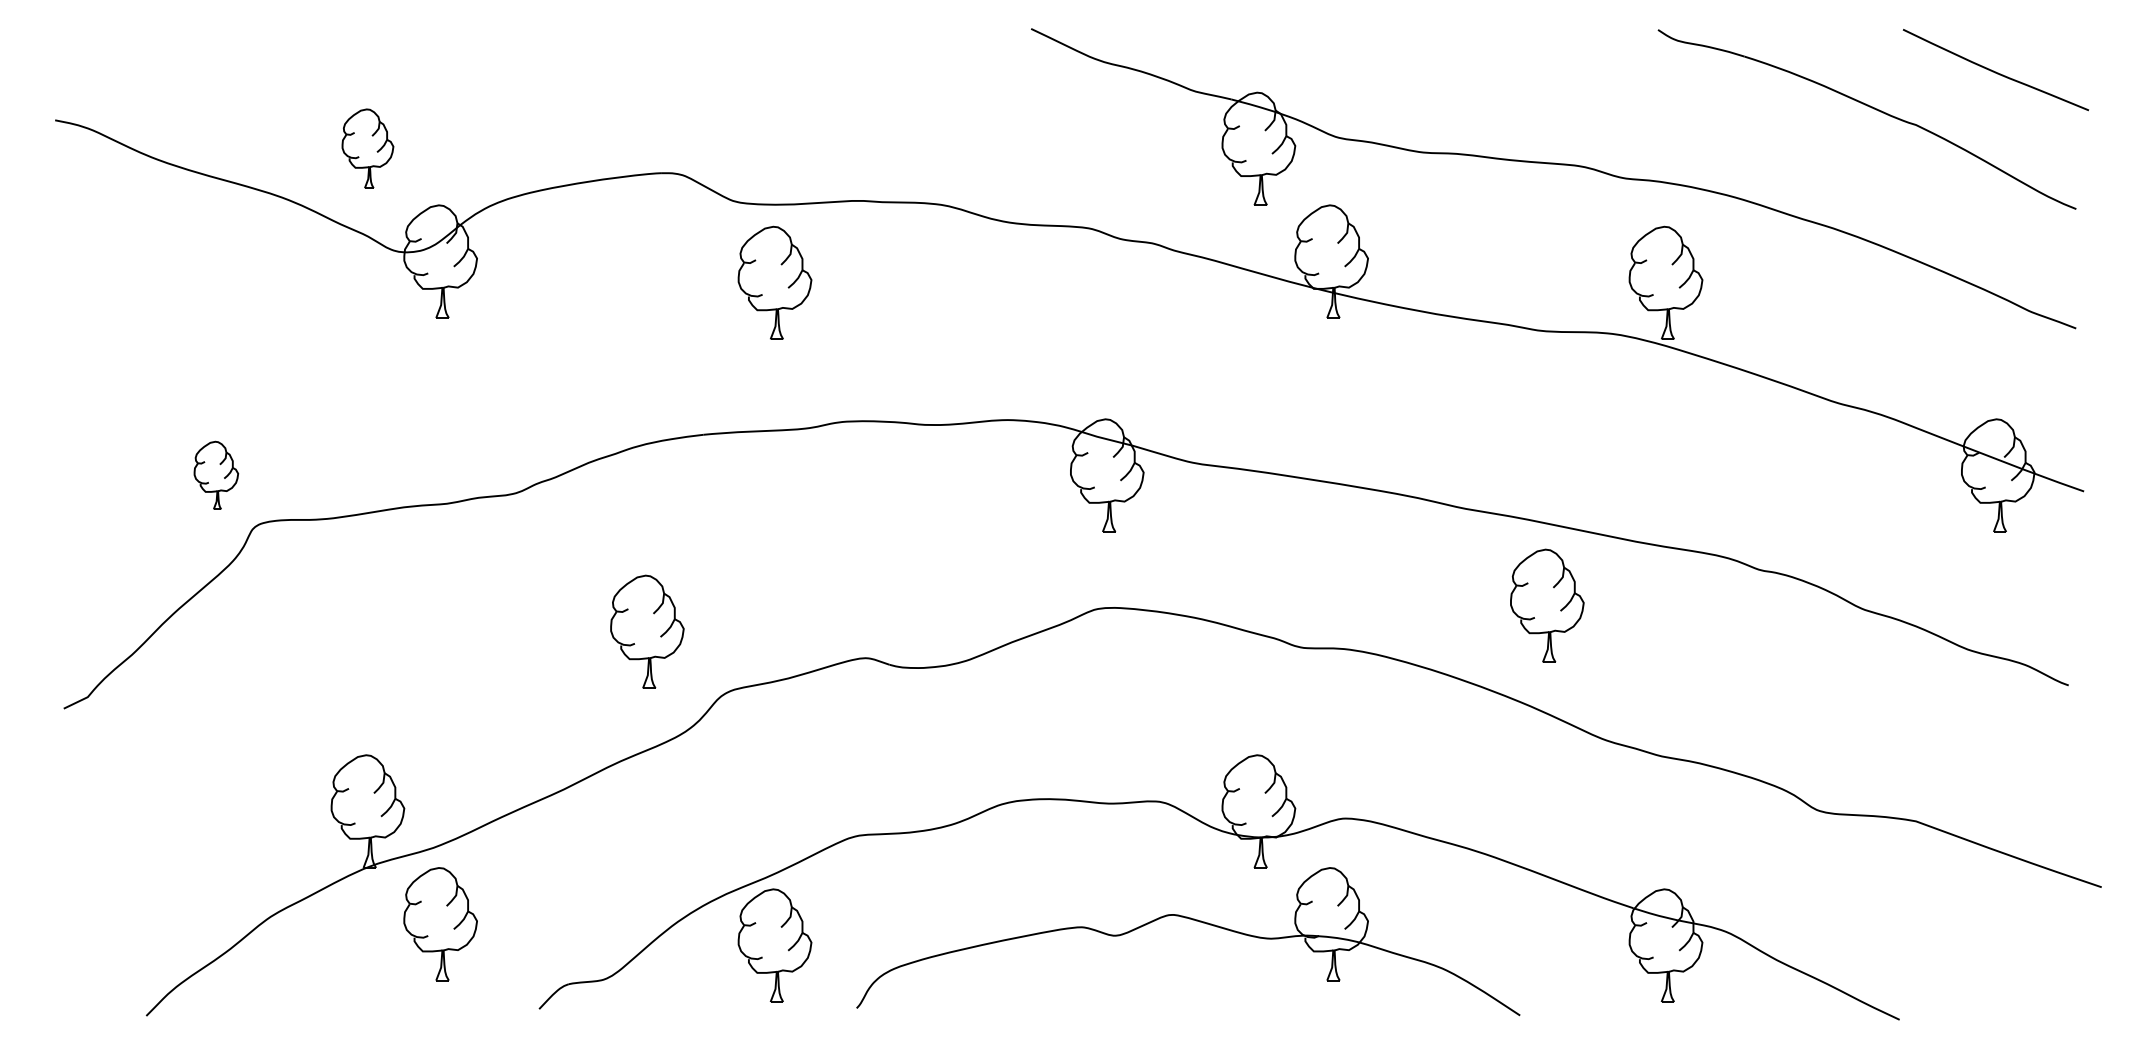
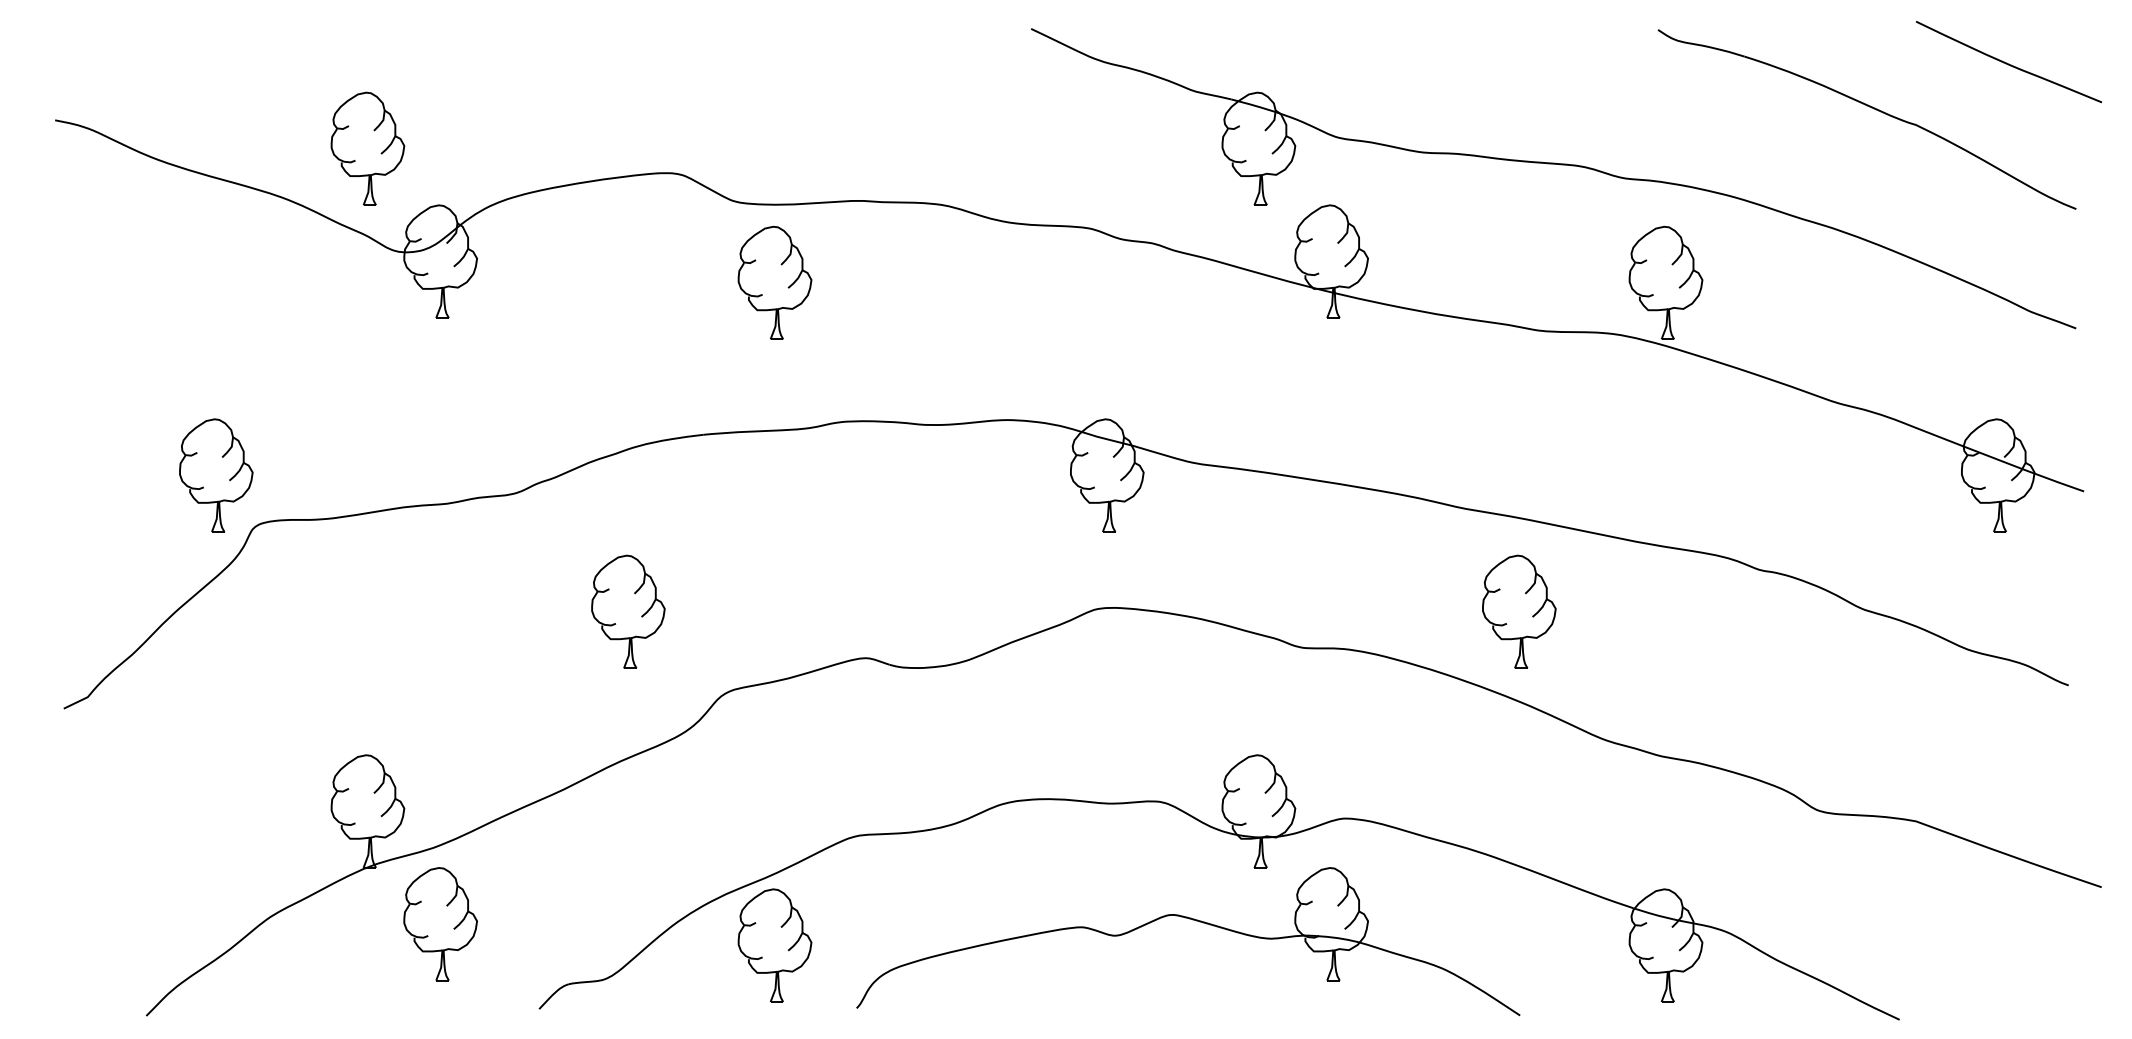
curve at (1995, 71) position: (1995, 71) -> (2008, 63)
part at (367, 148) size: 54x81 px -> 76x115 px
part at (216, 474) size: 47x70 px -> 75x115 px
part at (1547, 605) position: (1547, 605) -> (1519, 611)
part at (647, 631) position: (647, 631) -> (628, 611)
